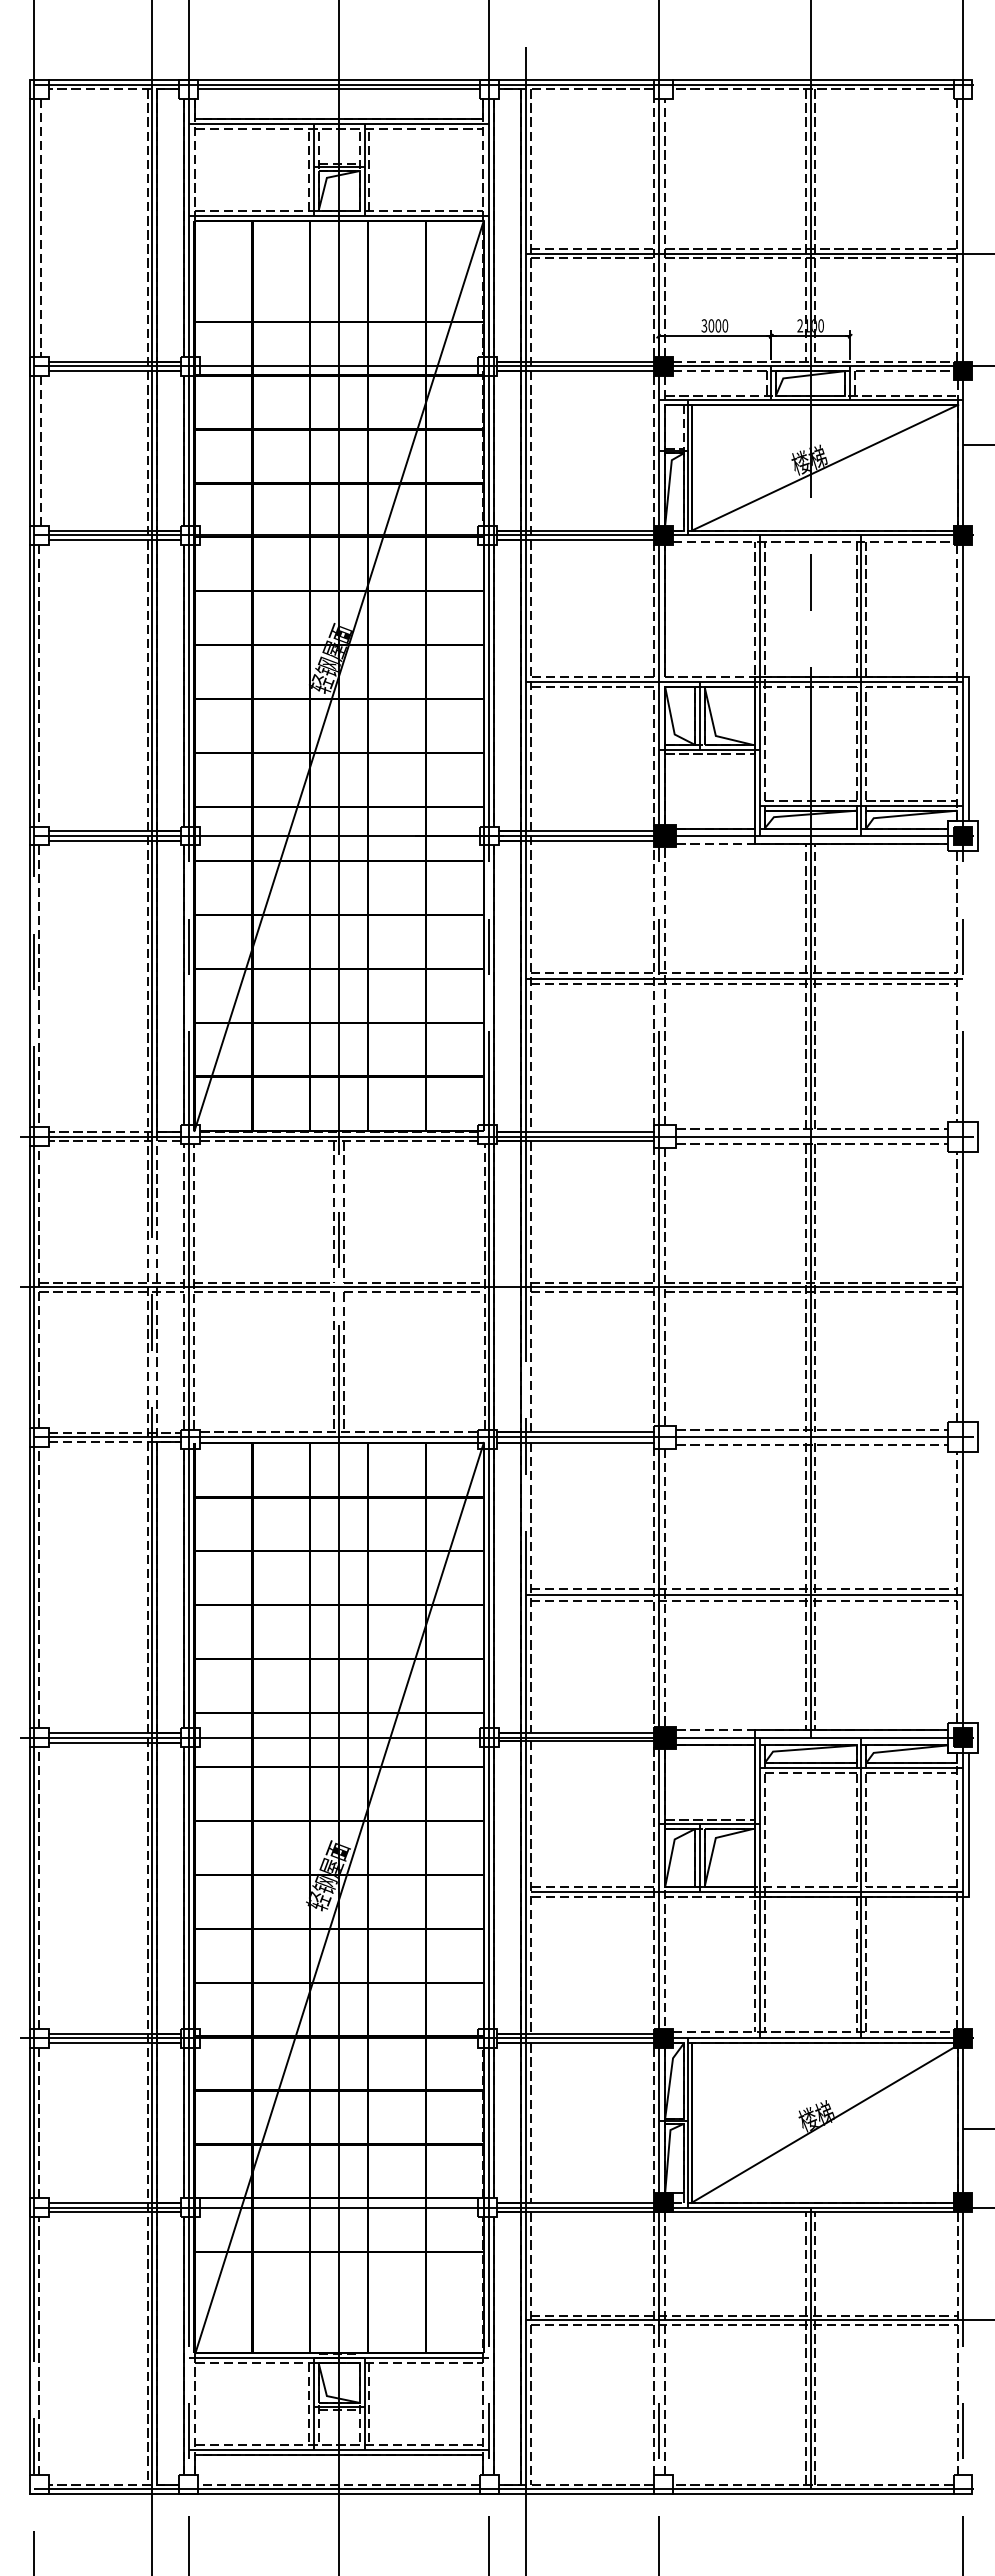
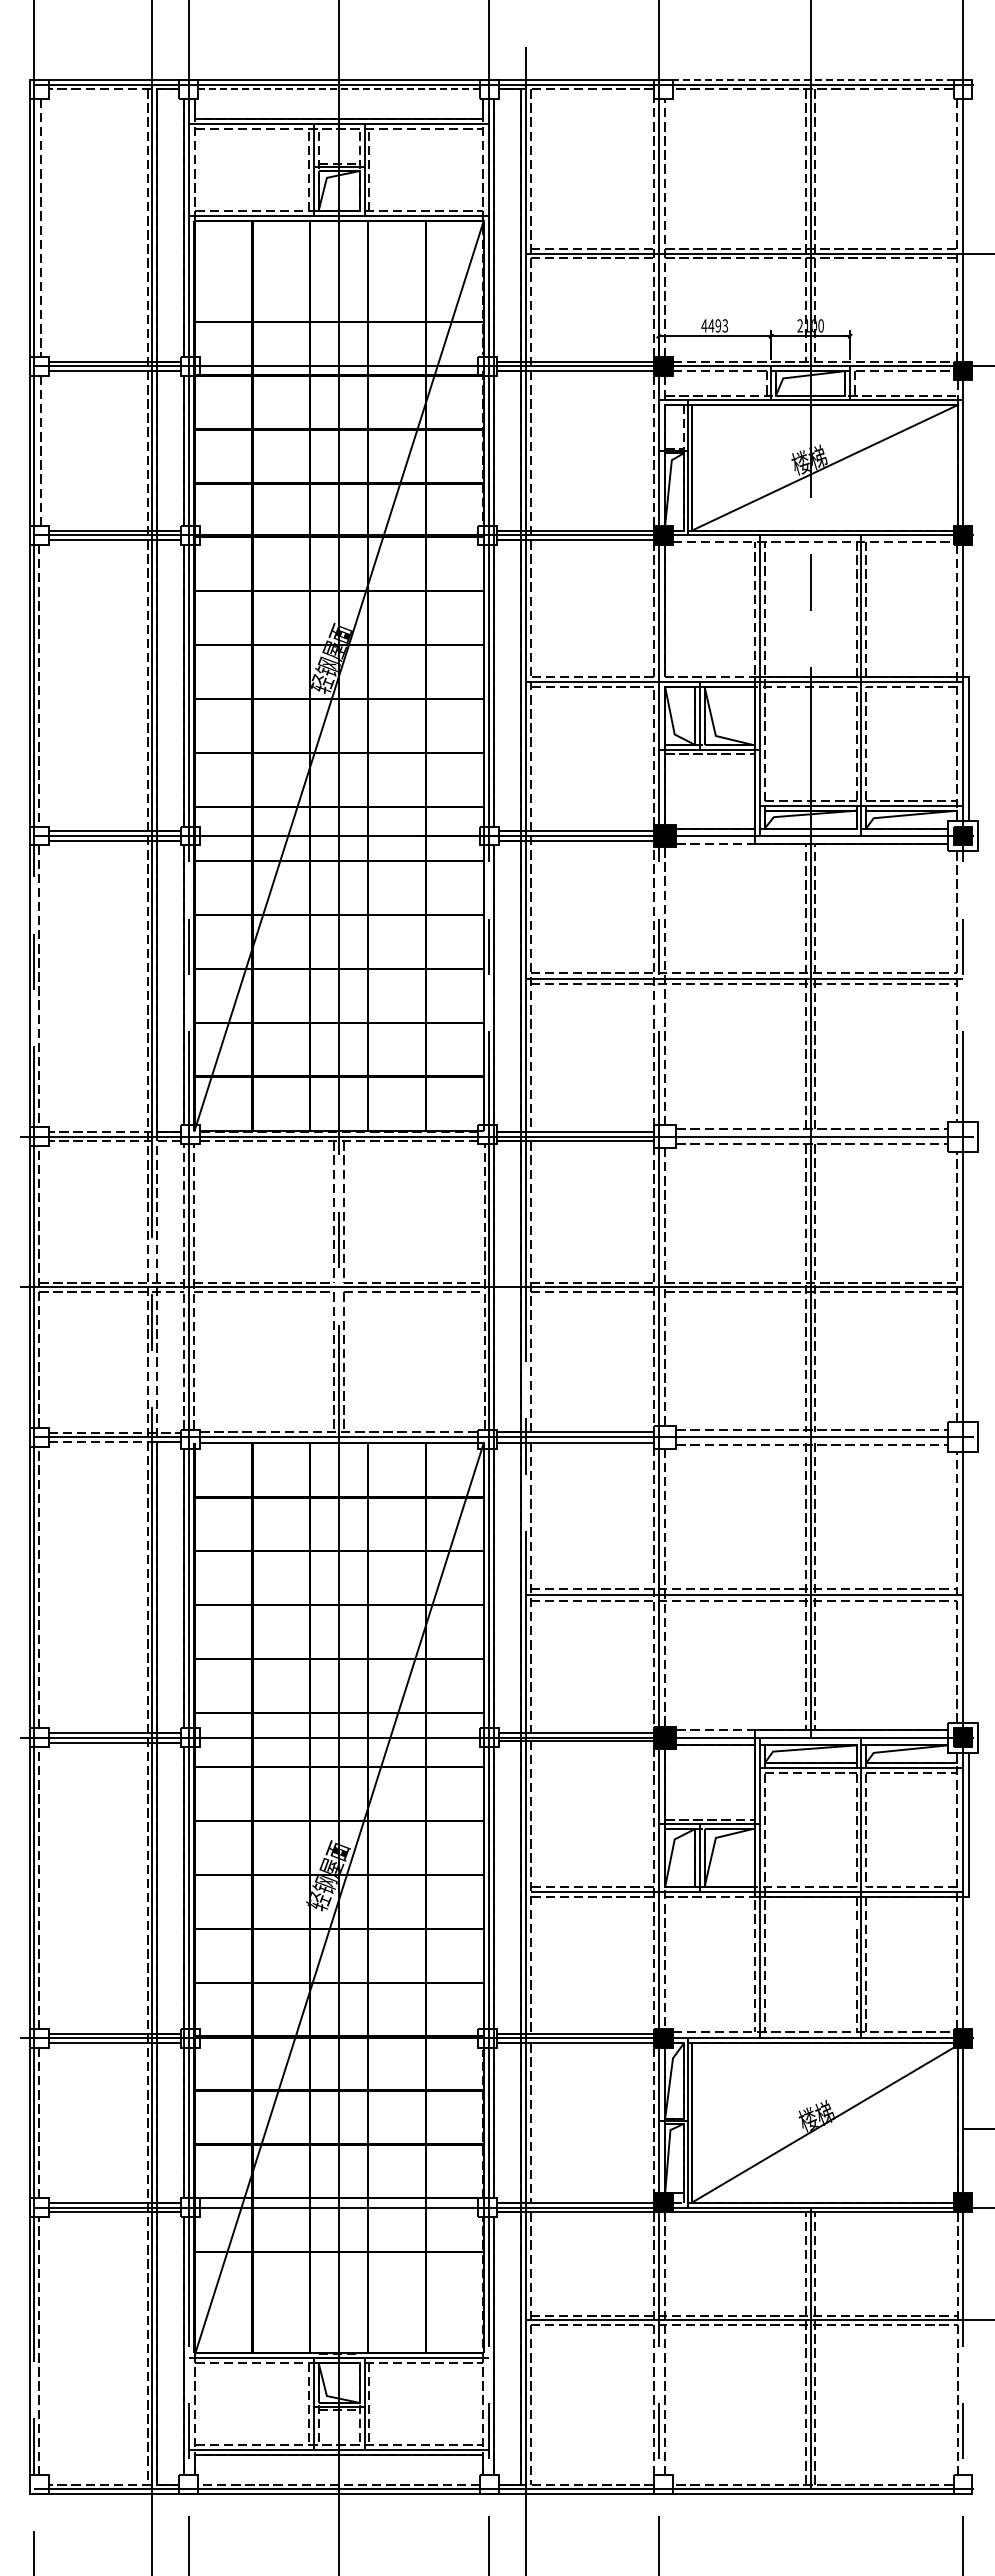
line at (812, 79): solid -> dashed
line at (339, 89): solid -> dashed
text at (714, 325): 3000 -> 4493
line at (976, 445): present -> none
